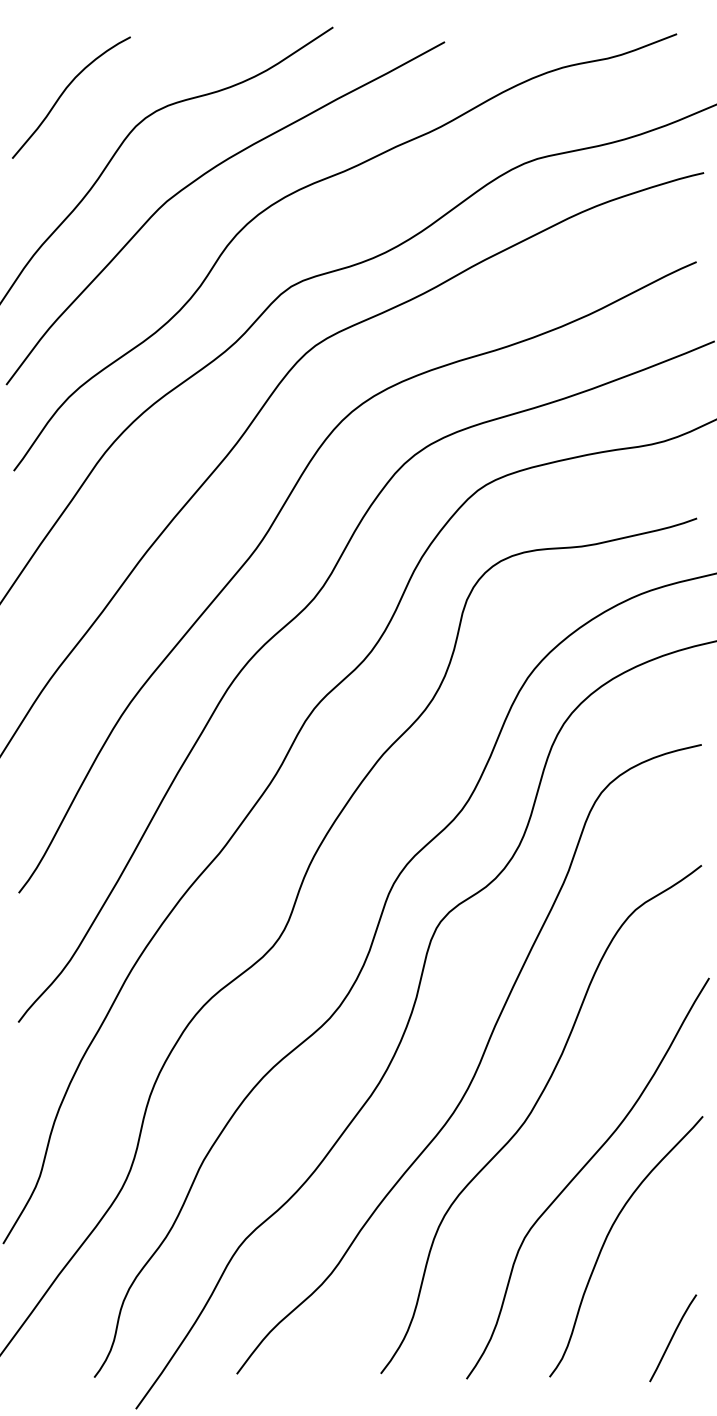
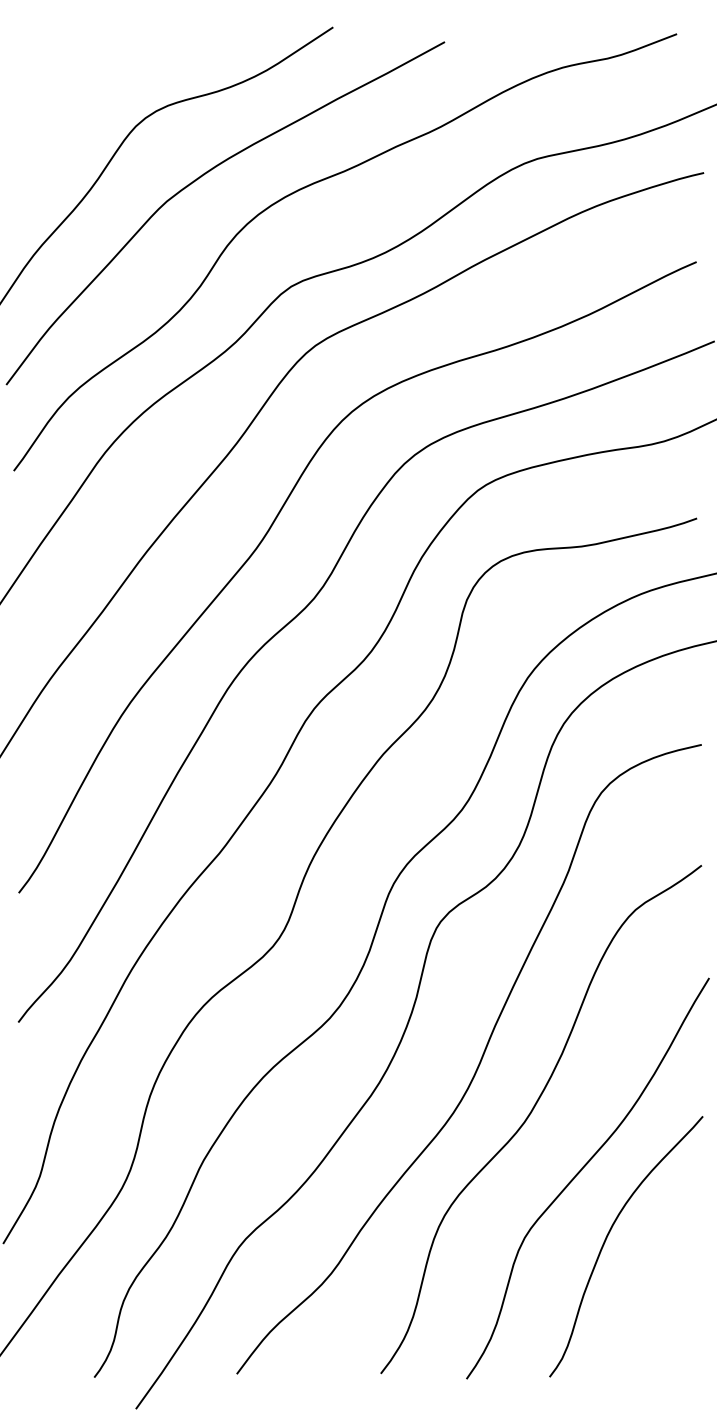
curve at (65, 91): present -> none
curve at (673, 1337): present -> none
